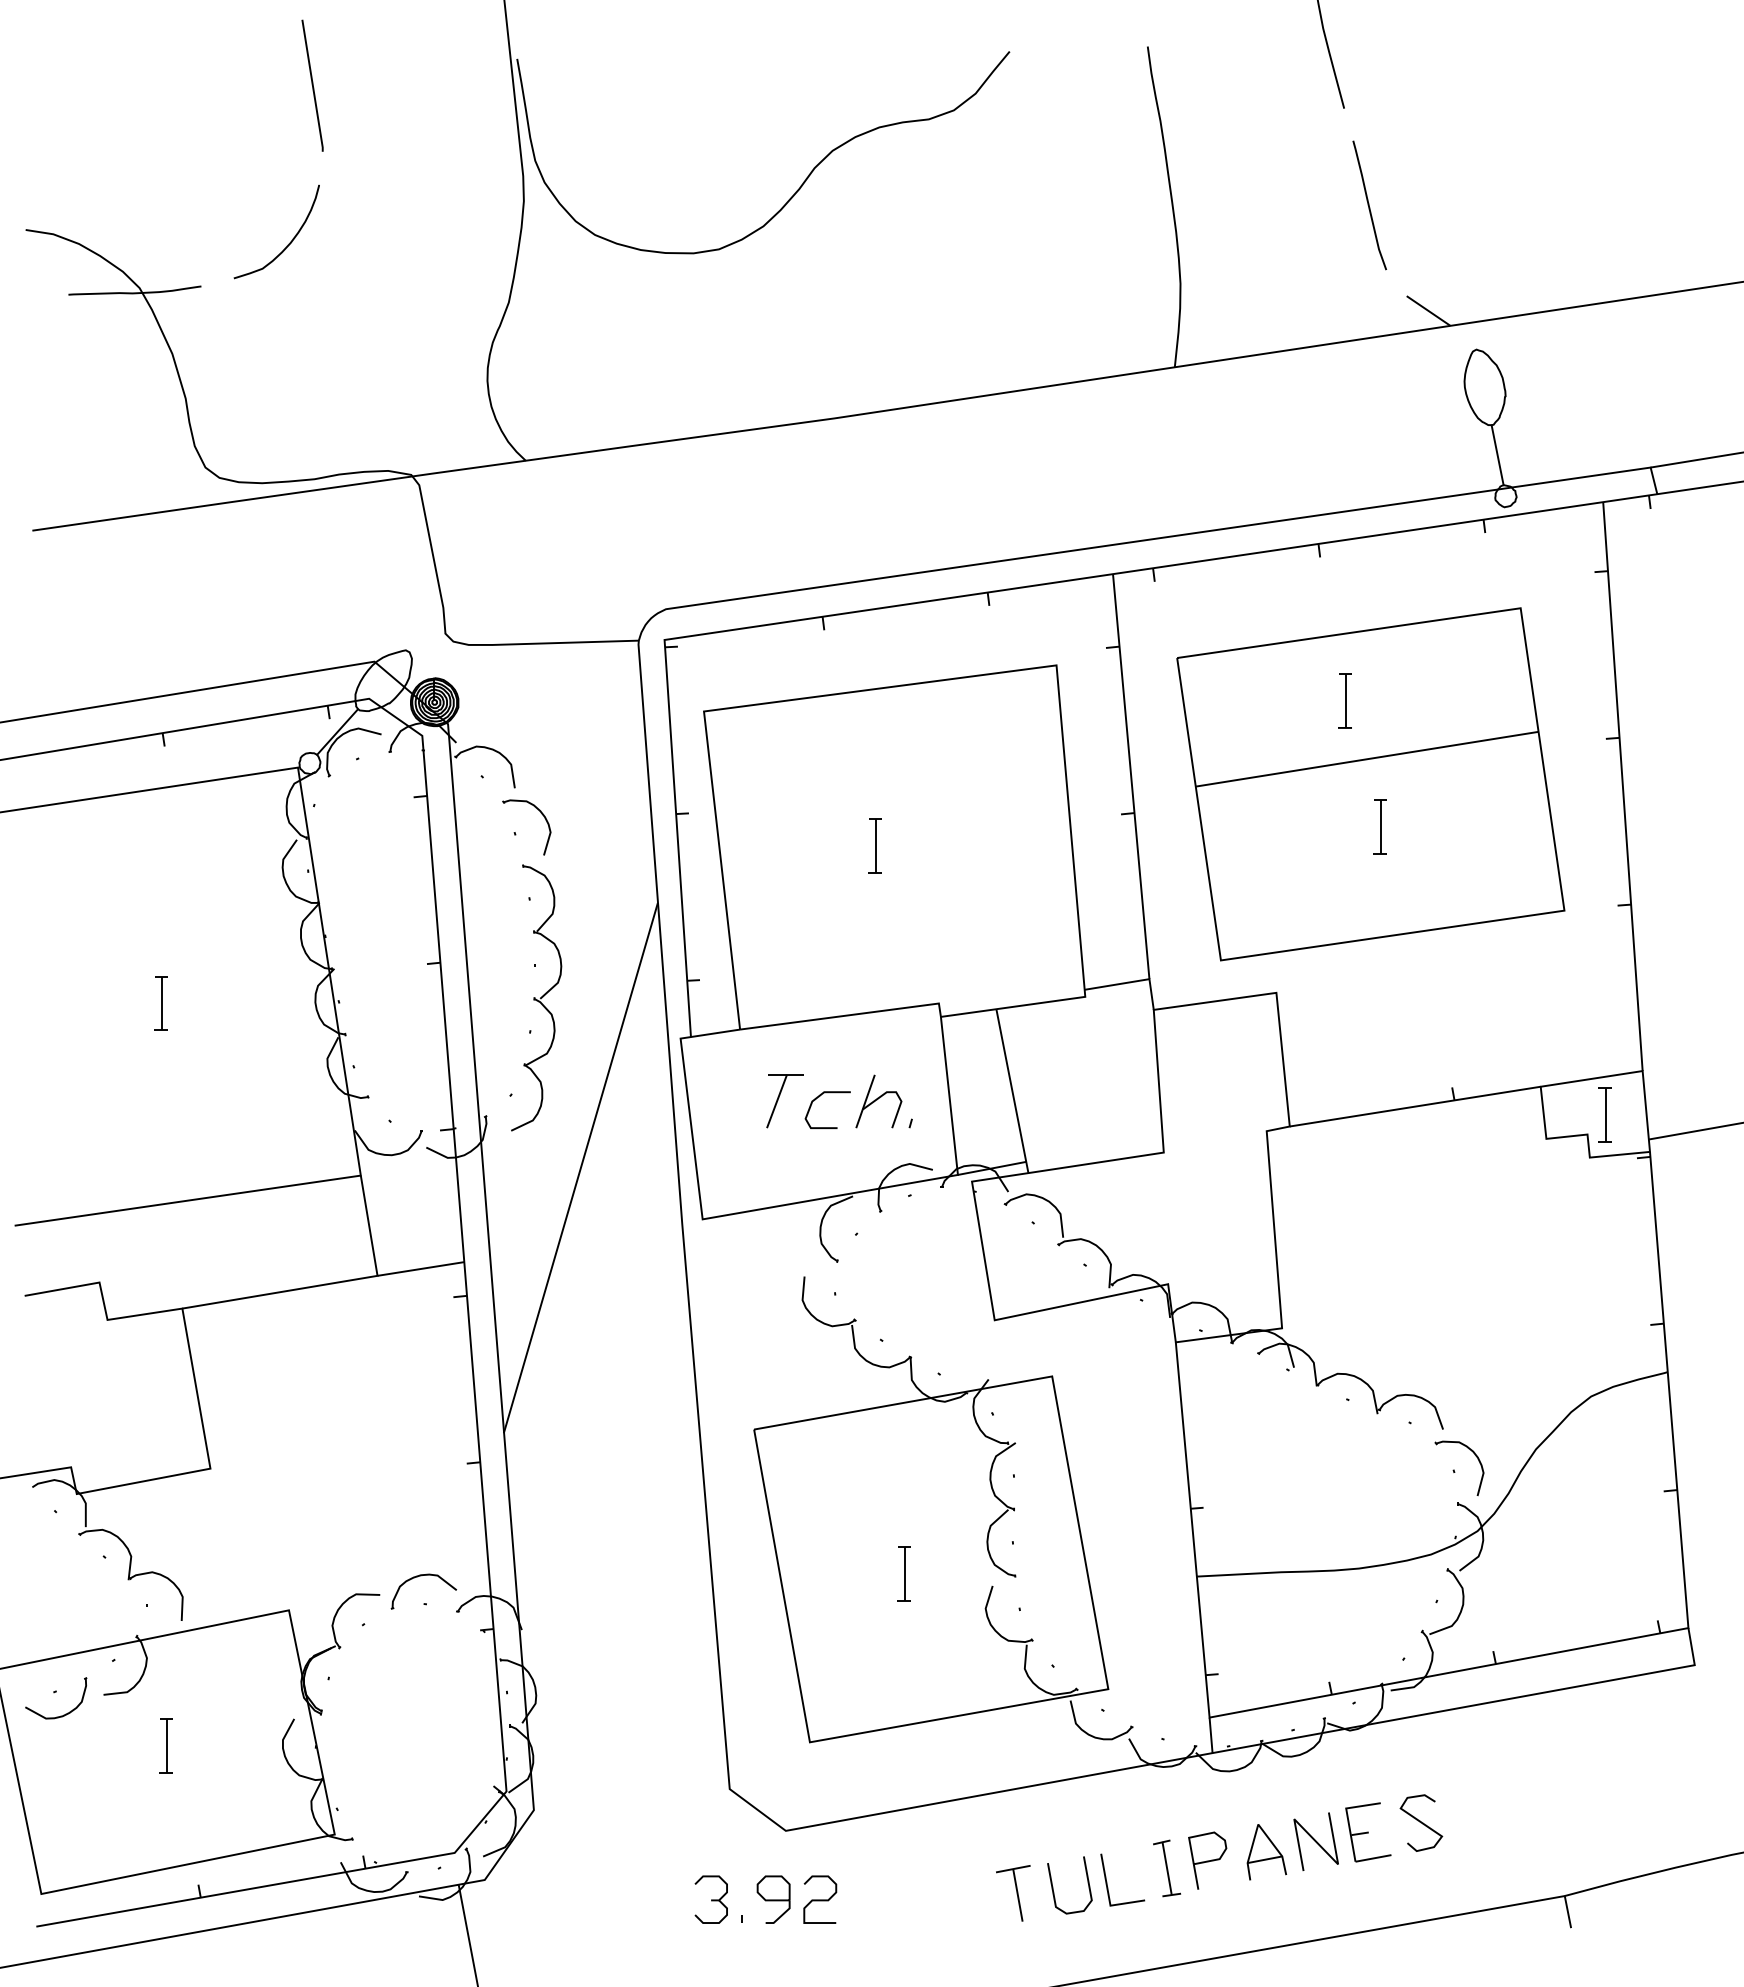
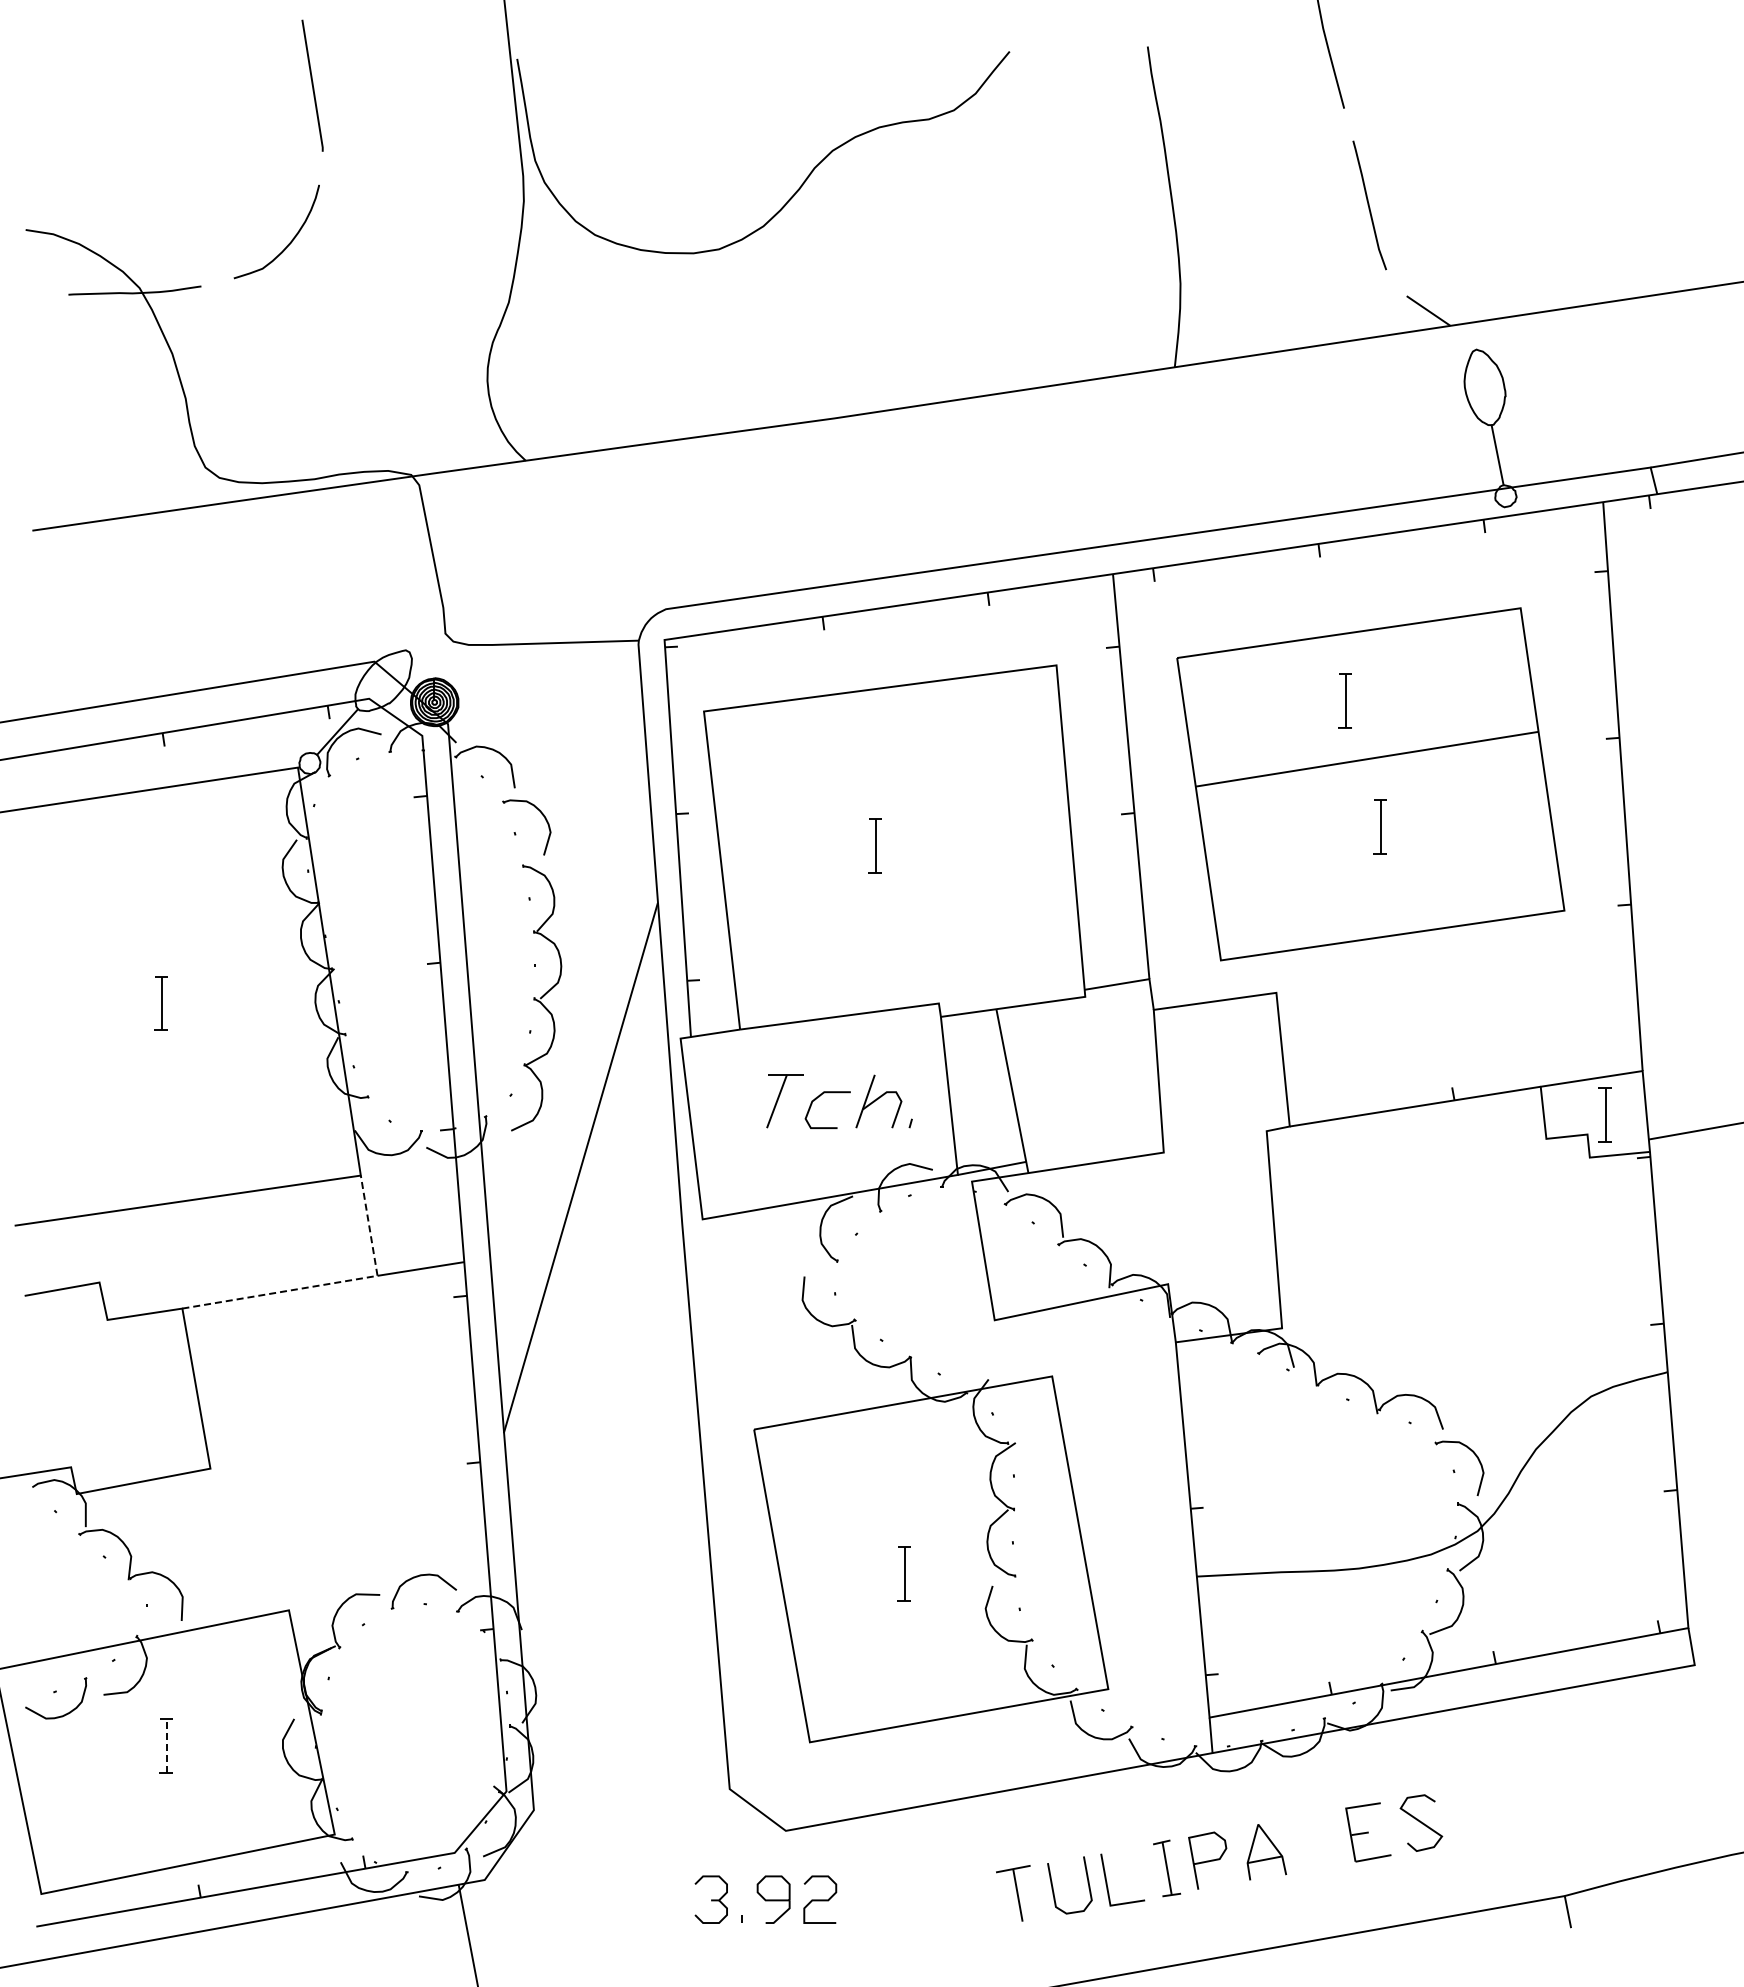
line at (331, 1283): solid -> dashed
line at (167, 1746): solid -> dashed
line at (1315, 1841): present -> none
